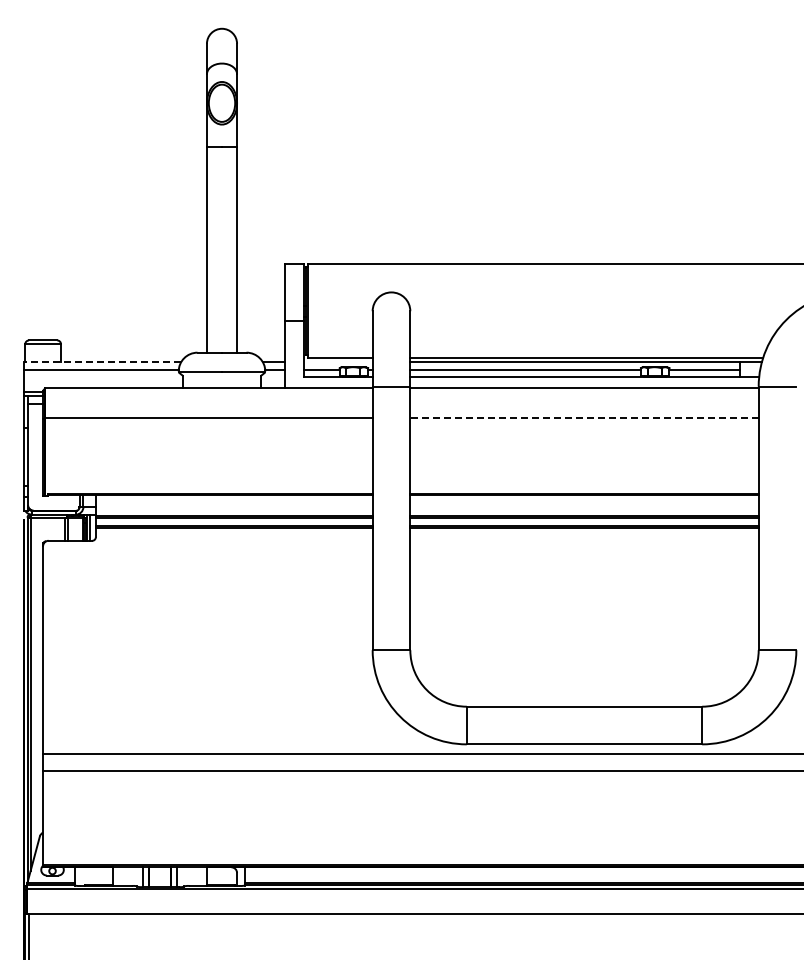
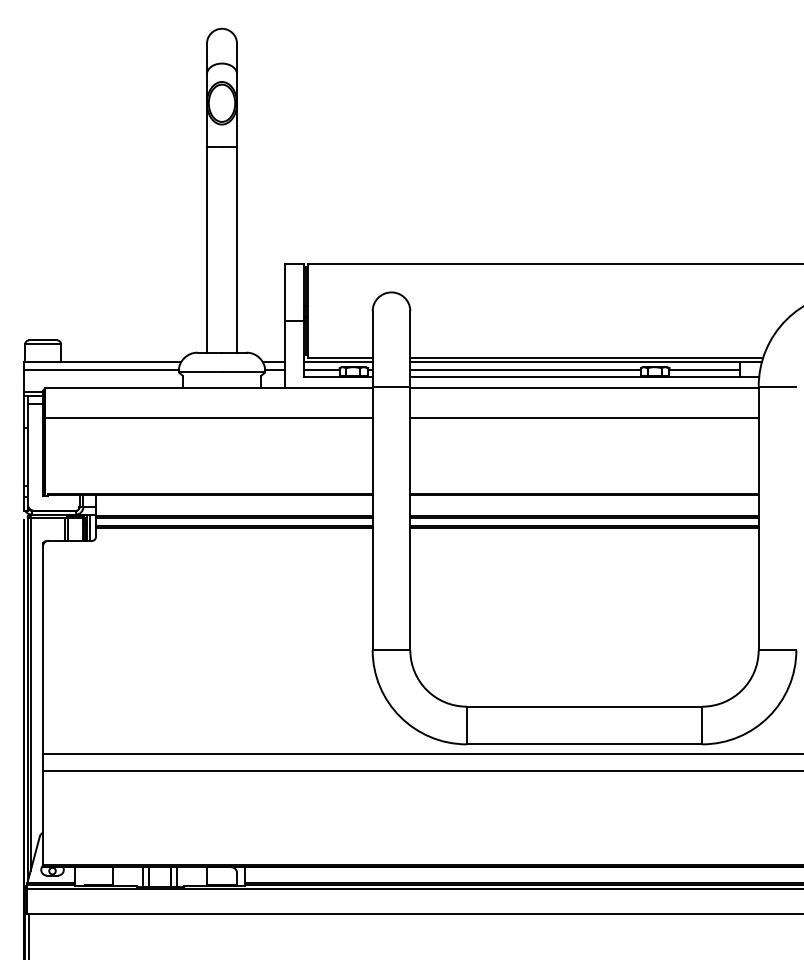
line at (102, 362): dashed -> solid
line at (337, 362): none -> present
line at (584, 417): dashed -> solid
